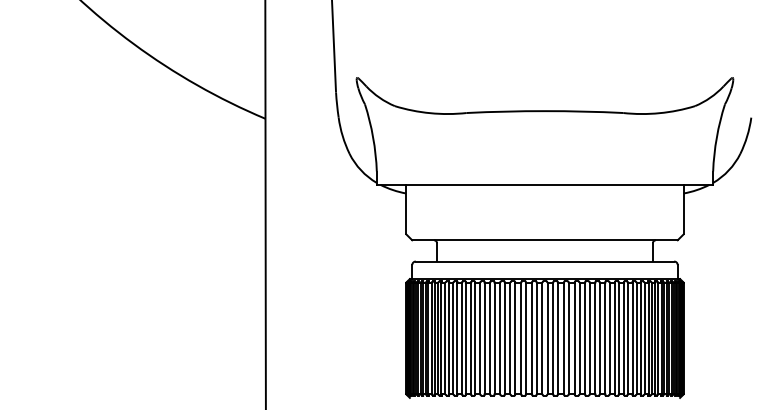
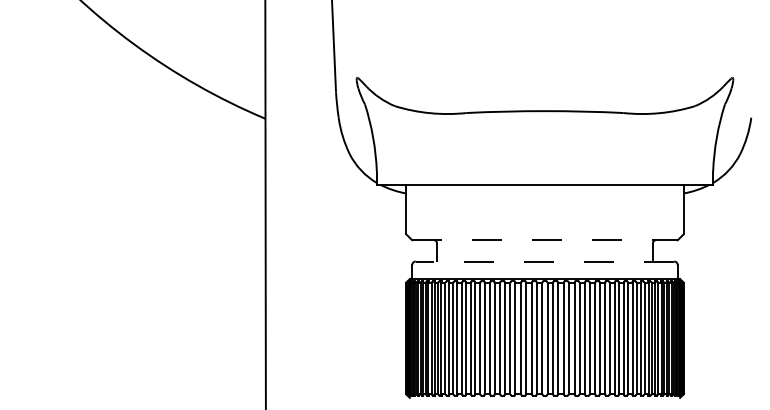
line at (544, 240): solid -> dashed
line at (544, 261): solid -> dashed
